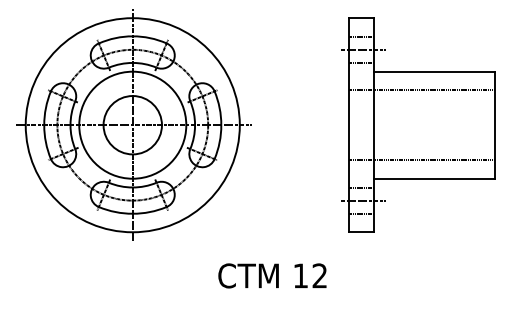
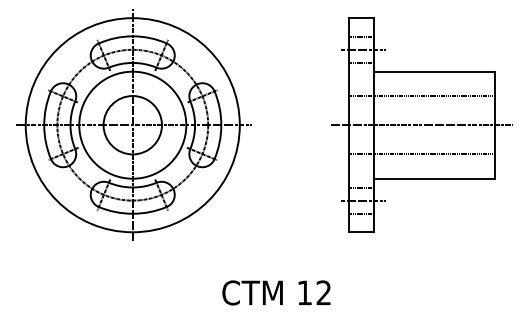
line at (422, 90) position: (422, 90) -> (422, 96)
line at (421, 125): none -> present
line at (422, 160) position: (422, 160) -> (422, 154)
text at (272, 275) position: (272, 275) -> (276, 292)
